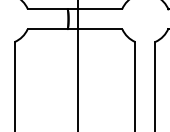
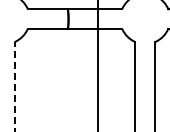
line at (77, 65) position: (77, 65) -> (97, 65)
line at (14, 86): solid -> dashed
